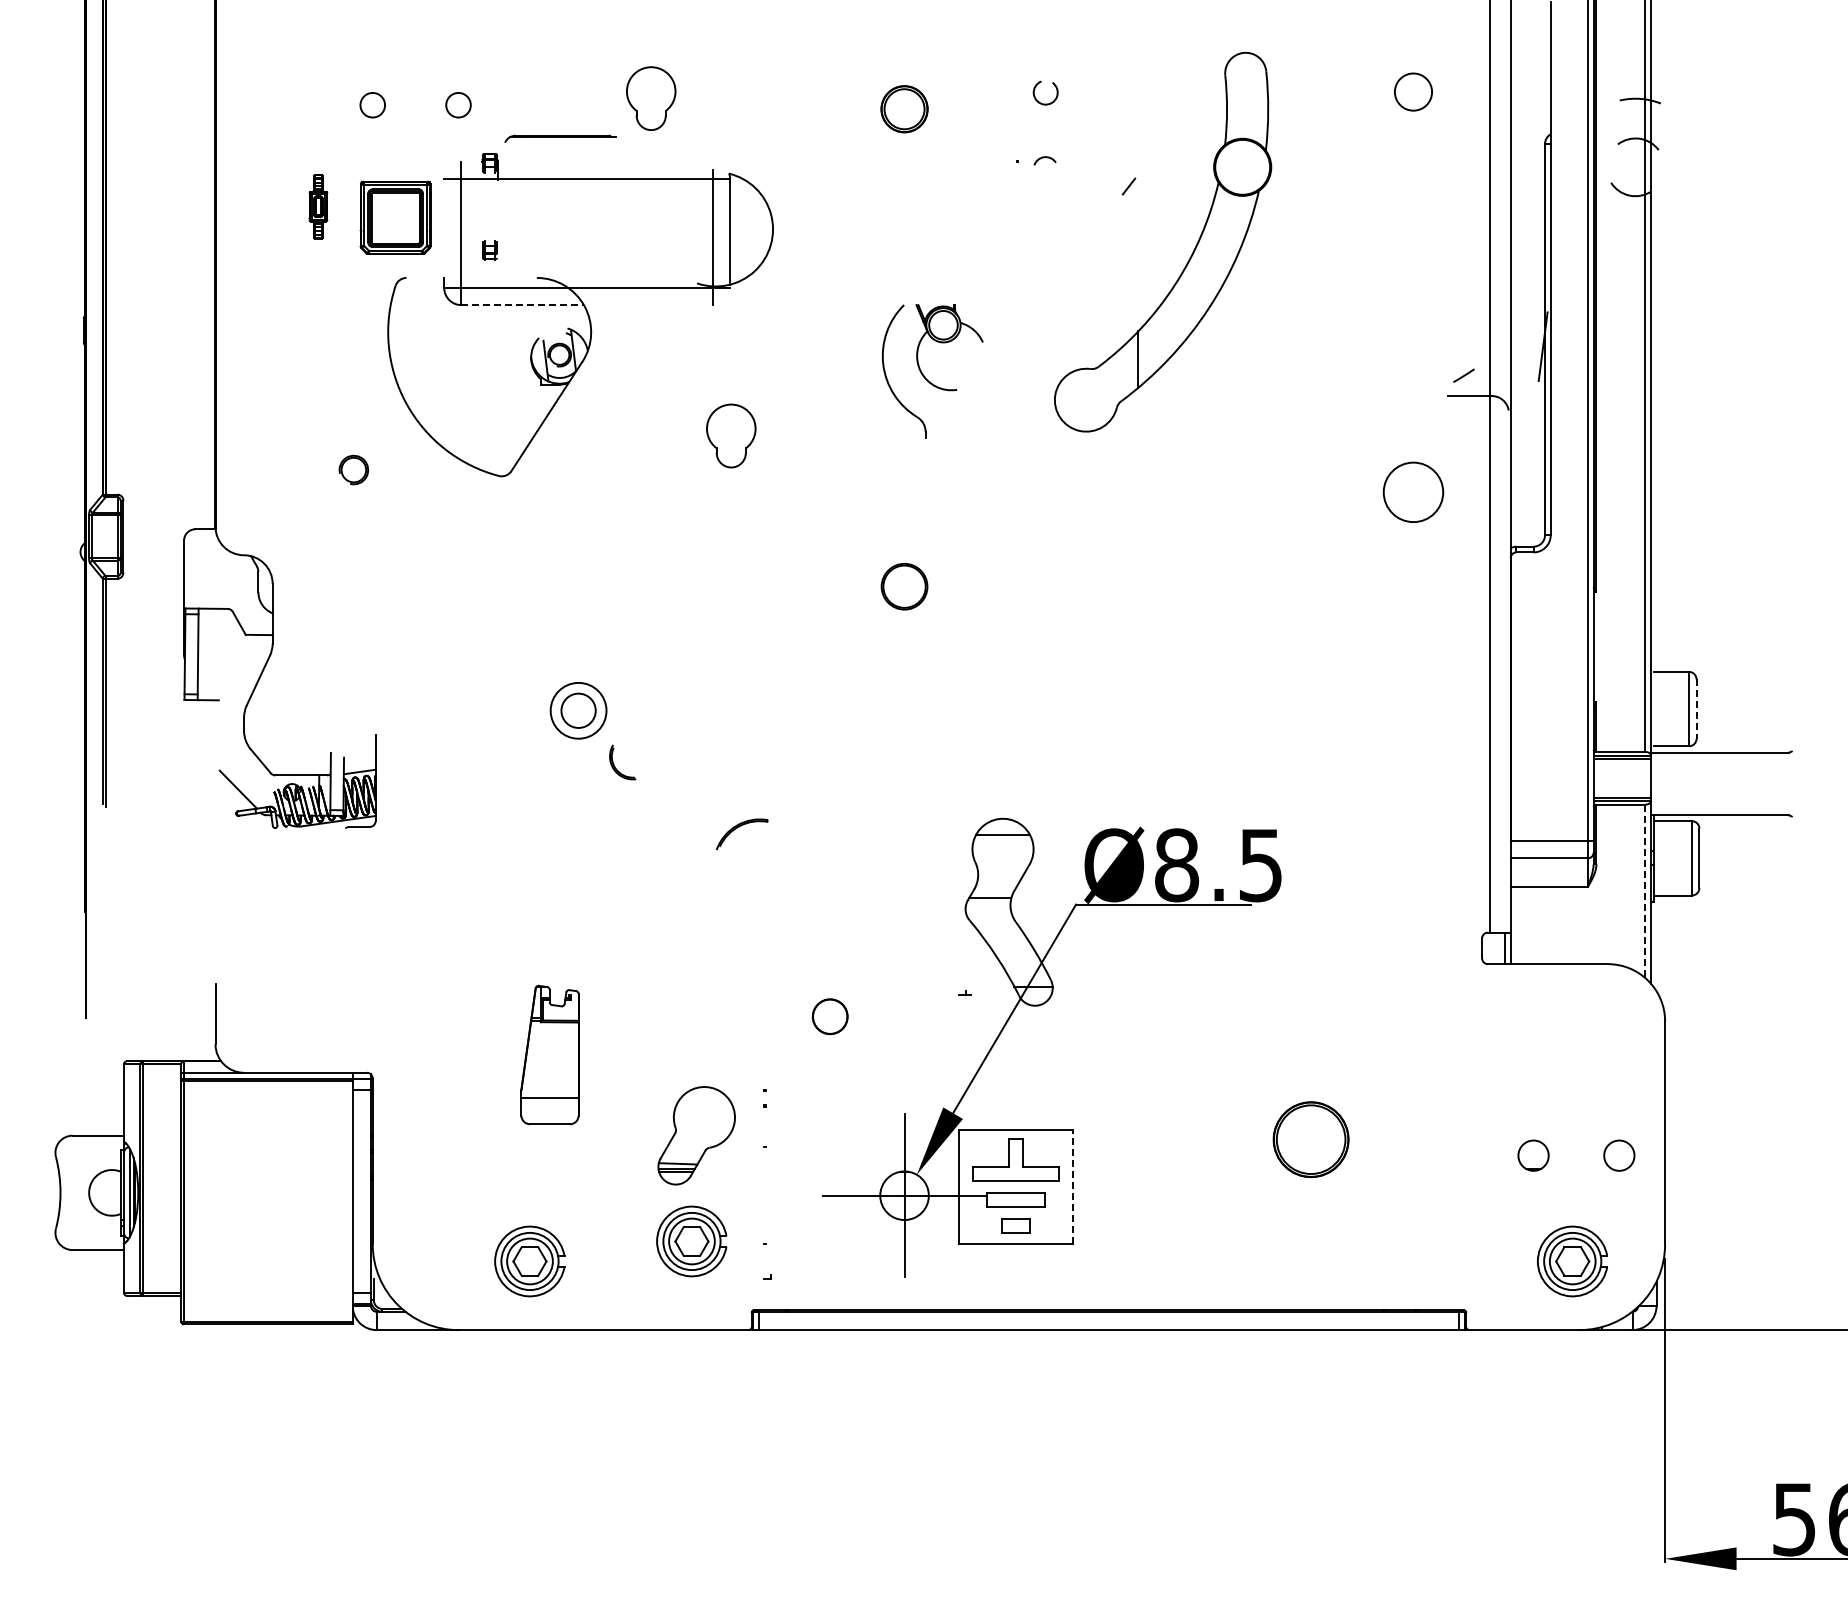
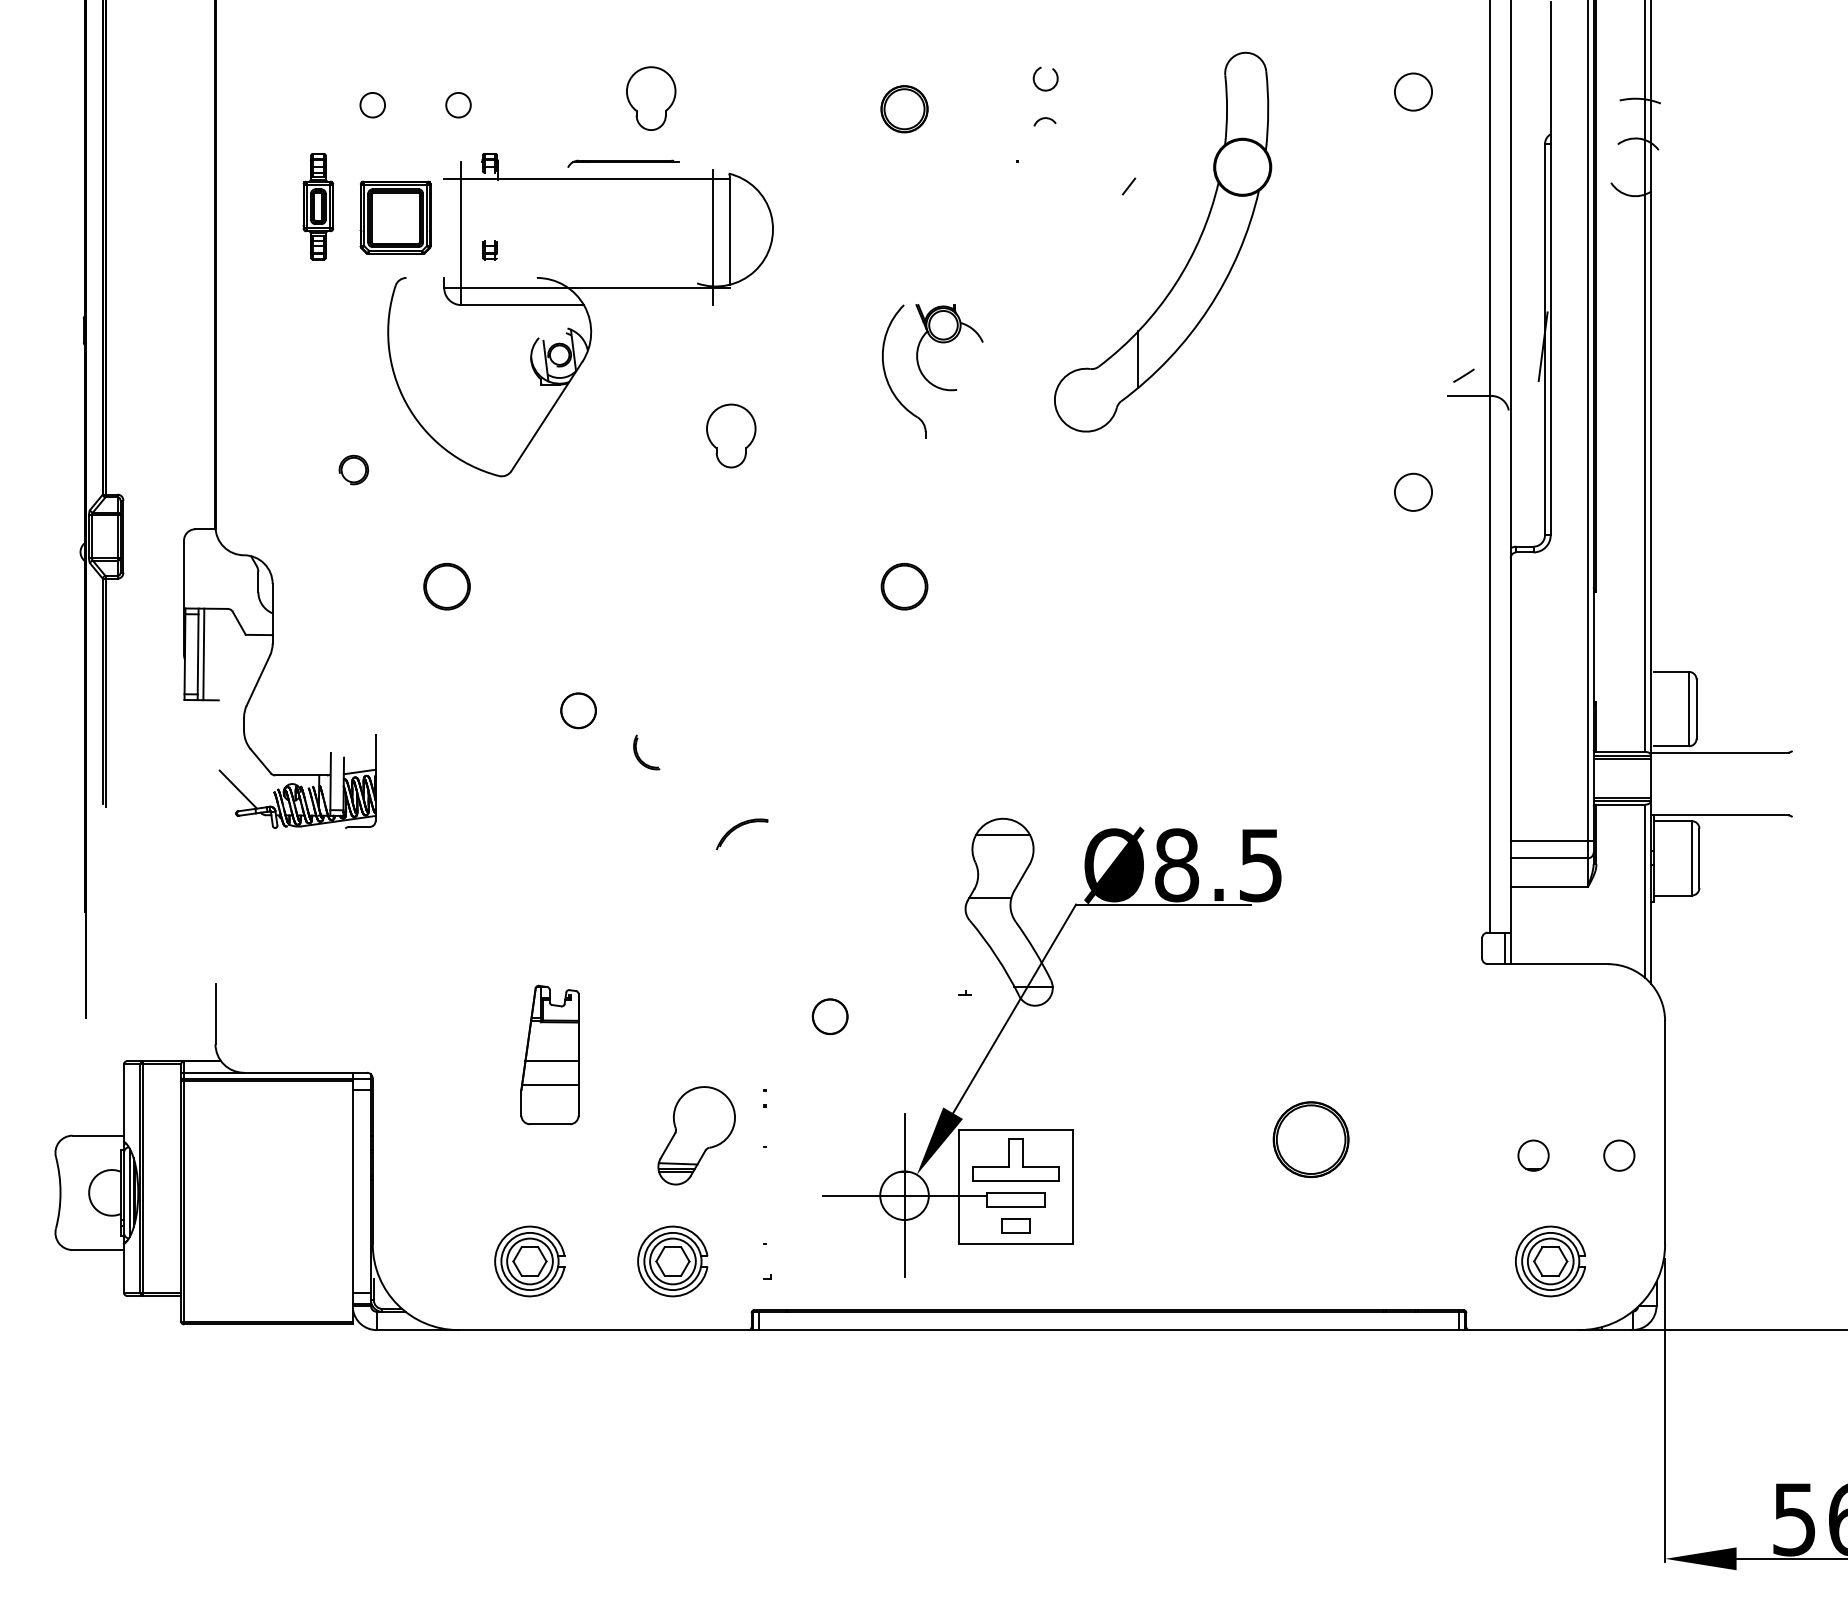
arc at (1036, 87) position: (1036, 87) -> (1036, 73)
part at (560, 138) position: (560, 138) -> (623, 163)
arc at (1044, 158) position: (1044, 158) -> (1044, 119)
part at (318, 206) size: 21x66 px -> 33x108 px
line at (523, 305): dashed -> solid
circle at (1413, 492) diameter: 59 px -> 37 px
part at (446, 586): none -> present
line at (203, 654): none -> present
line at (1696, 709): dashed -> solid
circle at (578, 710) diameter: 56 px -> 35 px
part at (615, 766) position: (615, 766) -> (639, 756)
line at (1645, 891): dashed -> solid
line at (551, 1061): none -> present
line at (550, 1098) position: (550, 1098) -> (550, 1085)
line at (1073, 1186): dashed -> solid
part at (691, 1241) position: (691, 1241) -> (672, 1261)
part at (1572, 1261) position: (1572, 1261) -> (1550, 1261)
